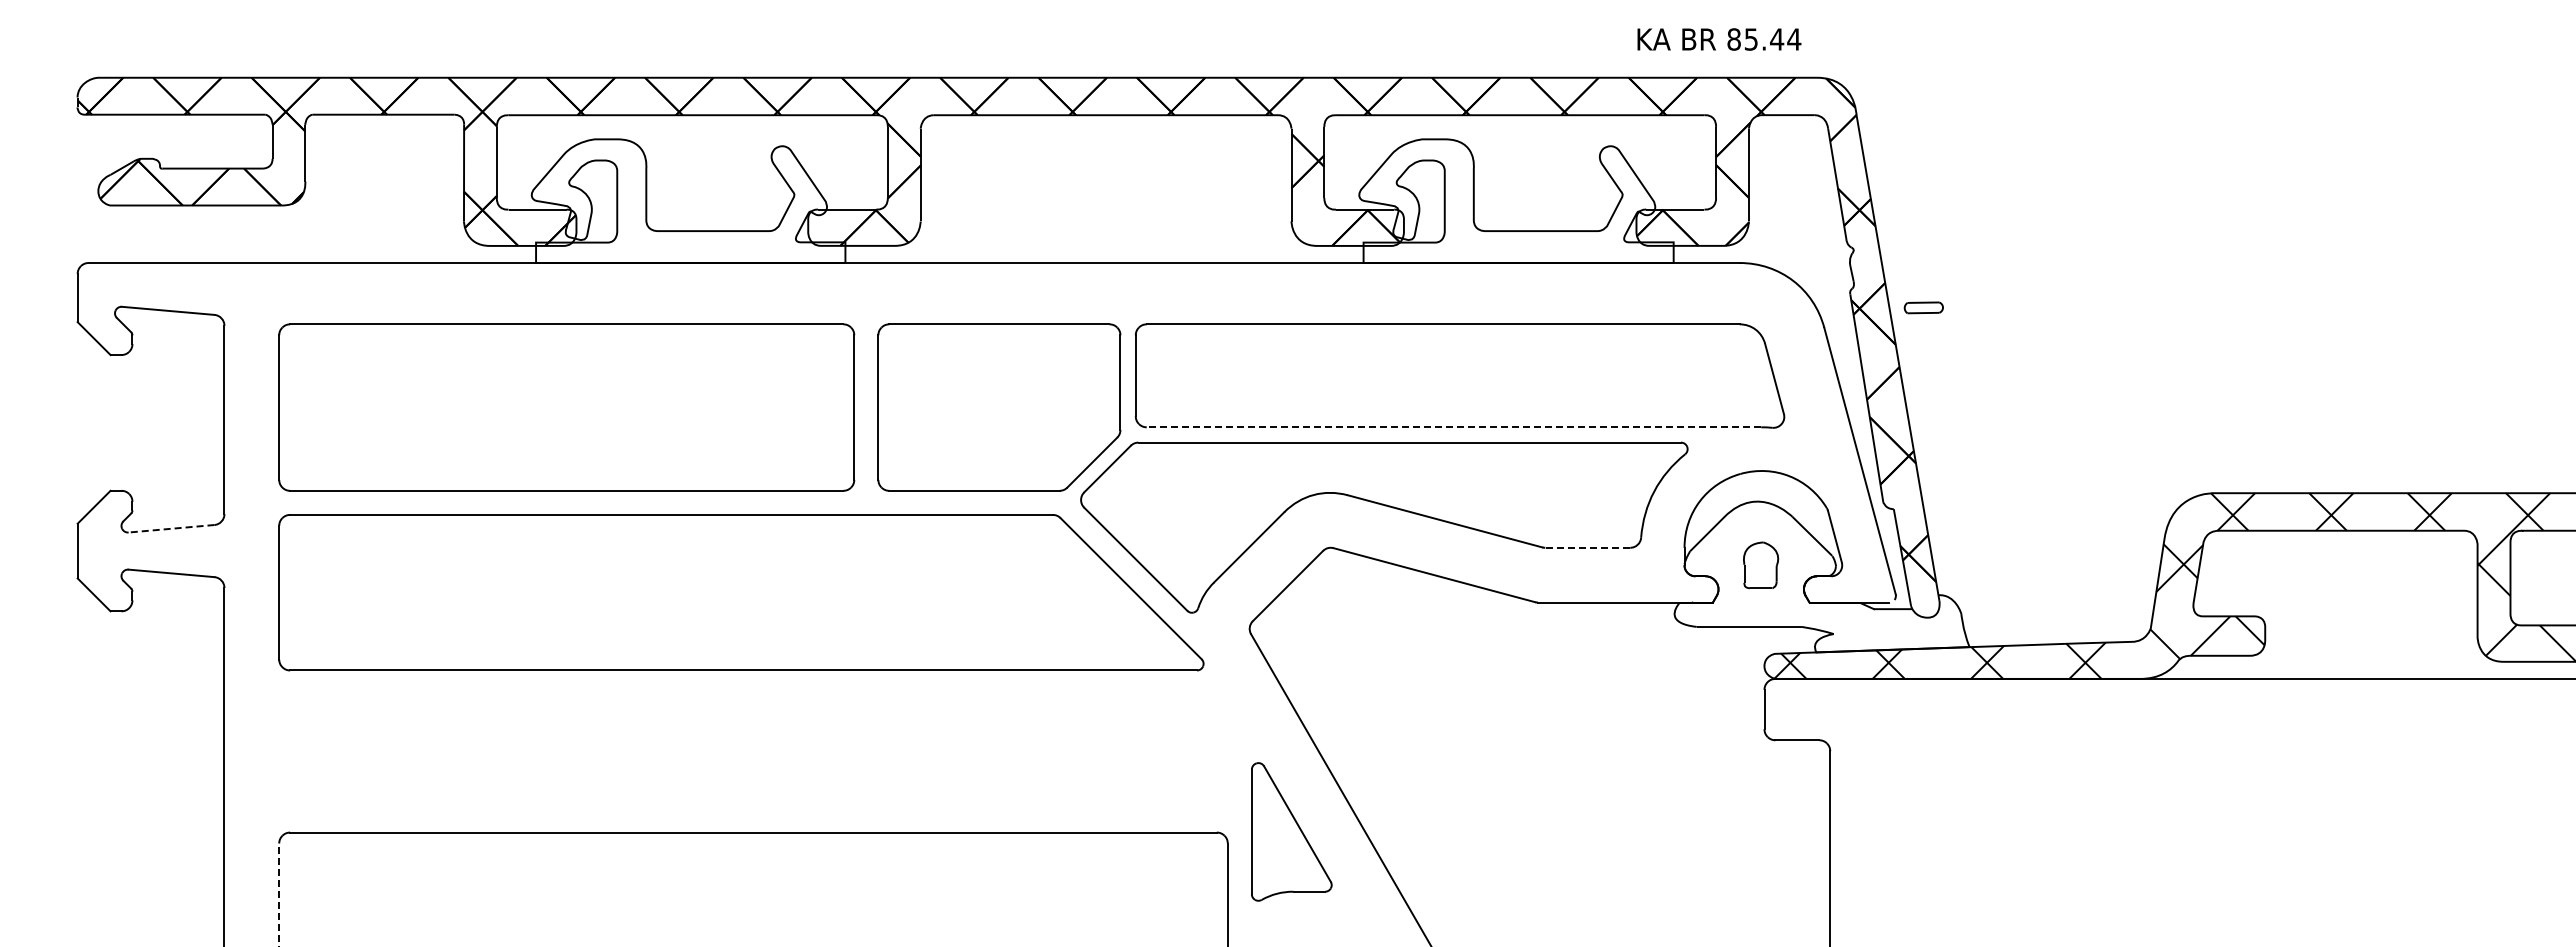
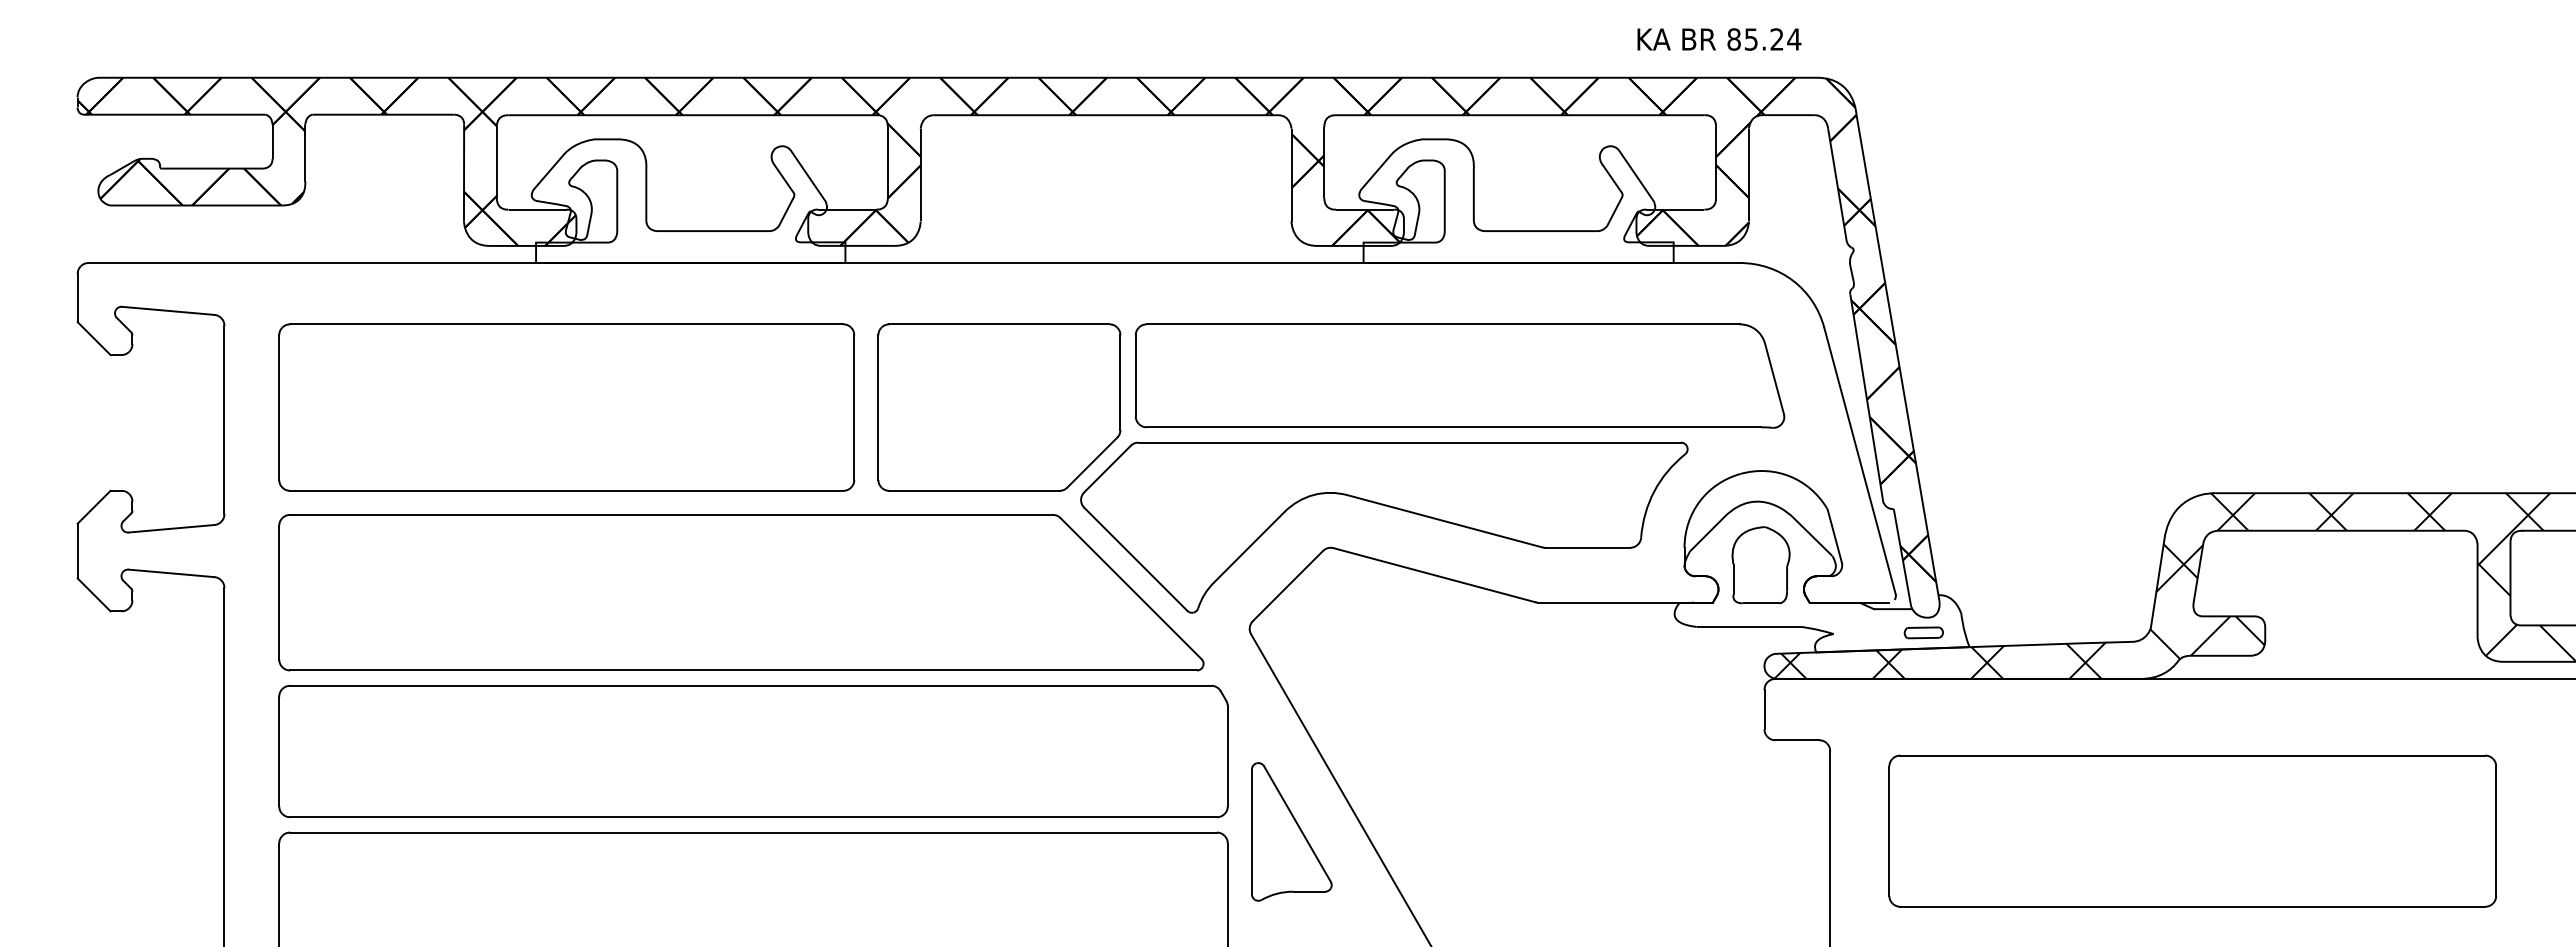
text at (1777, 39): 85.44 -> 85.24
part at (1923, 307) position: (1923, 307) -> (1923, 632)
line at (1453, 427): dashed -> solid
line at (171, 528): dashed -> solid
line at (1587, 547): dashed -> solid
part at (1761, 565) size: 37x49 px -> 60x79 px
part at (753, 751): none -> present
part at (2192, 830): none -> present
line at (279, 894): dashed -> solid
